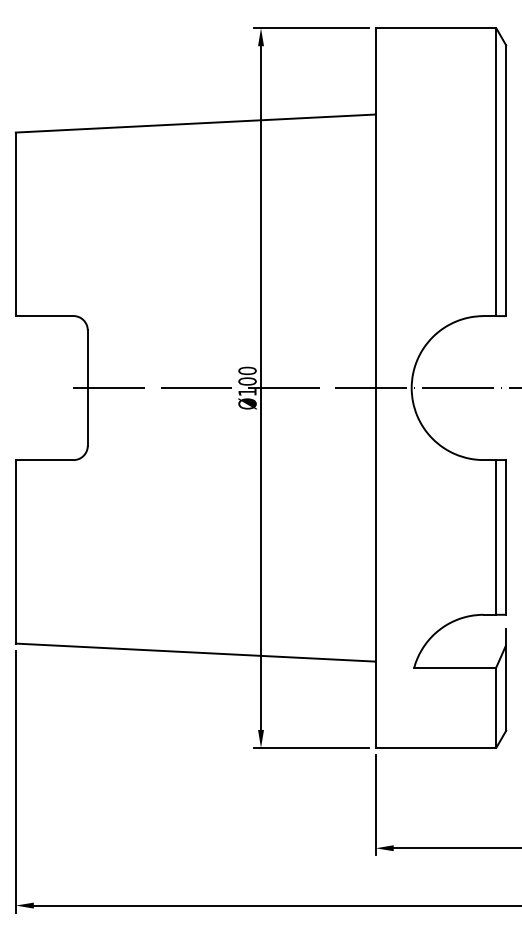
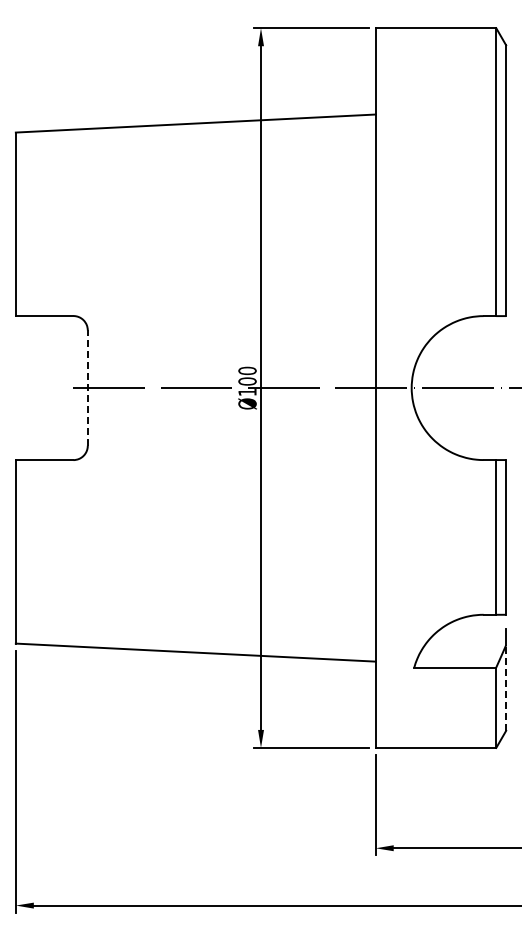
line at (87, 388): solid -> dashed
line at (506, 687): solid -> dashed
